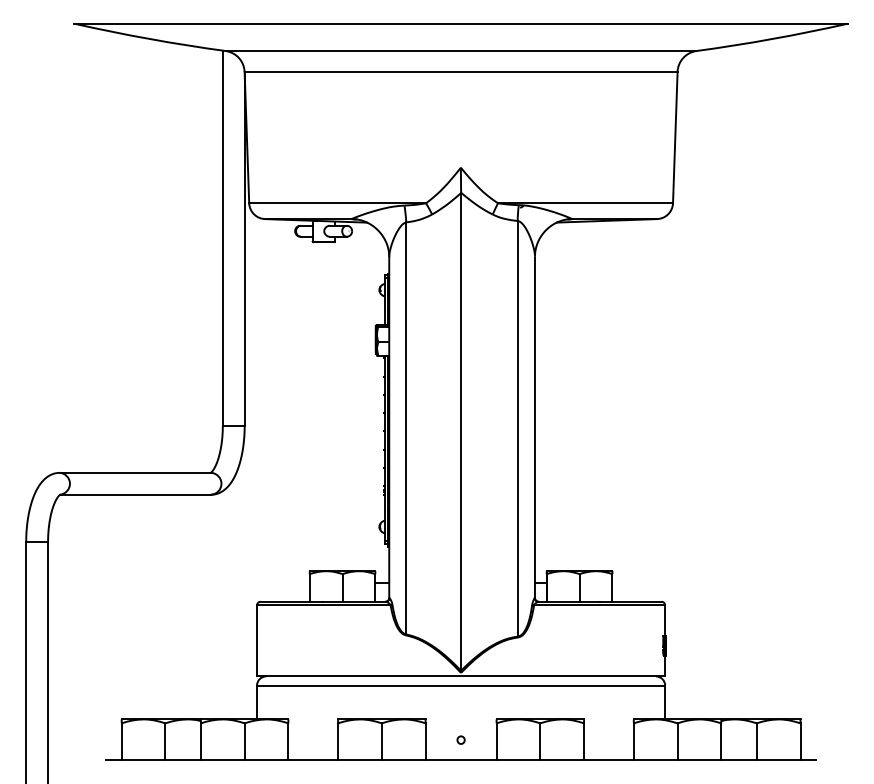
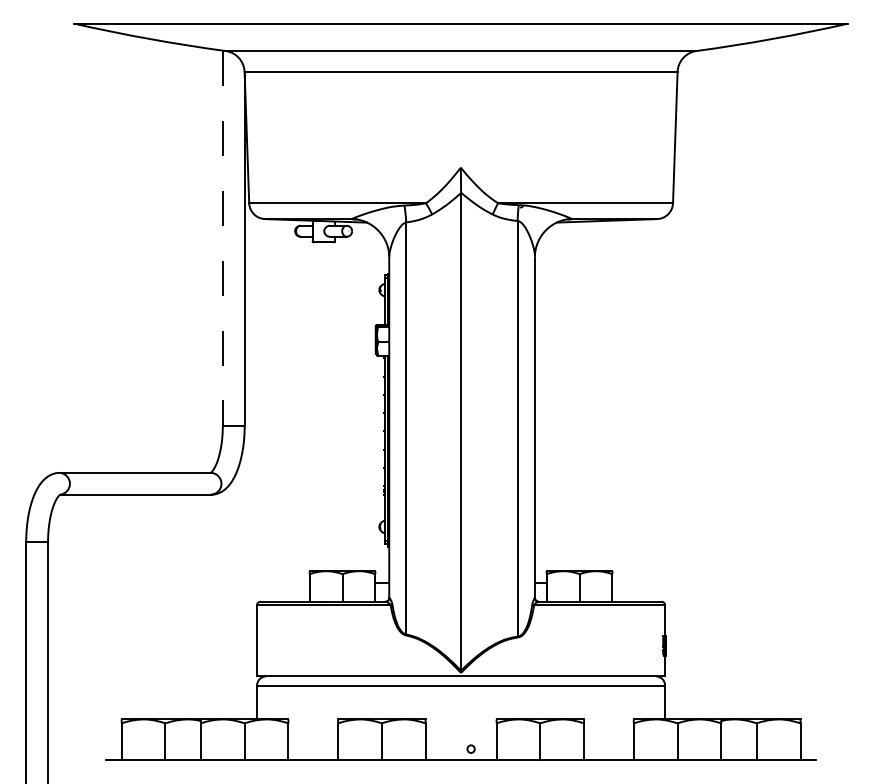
line at (222, 238): solid -> dashed
part at (460, 739) position: (460, 739) -> (470, 748)
